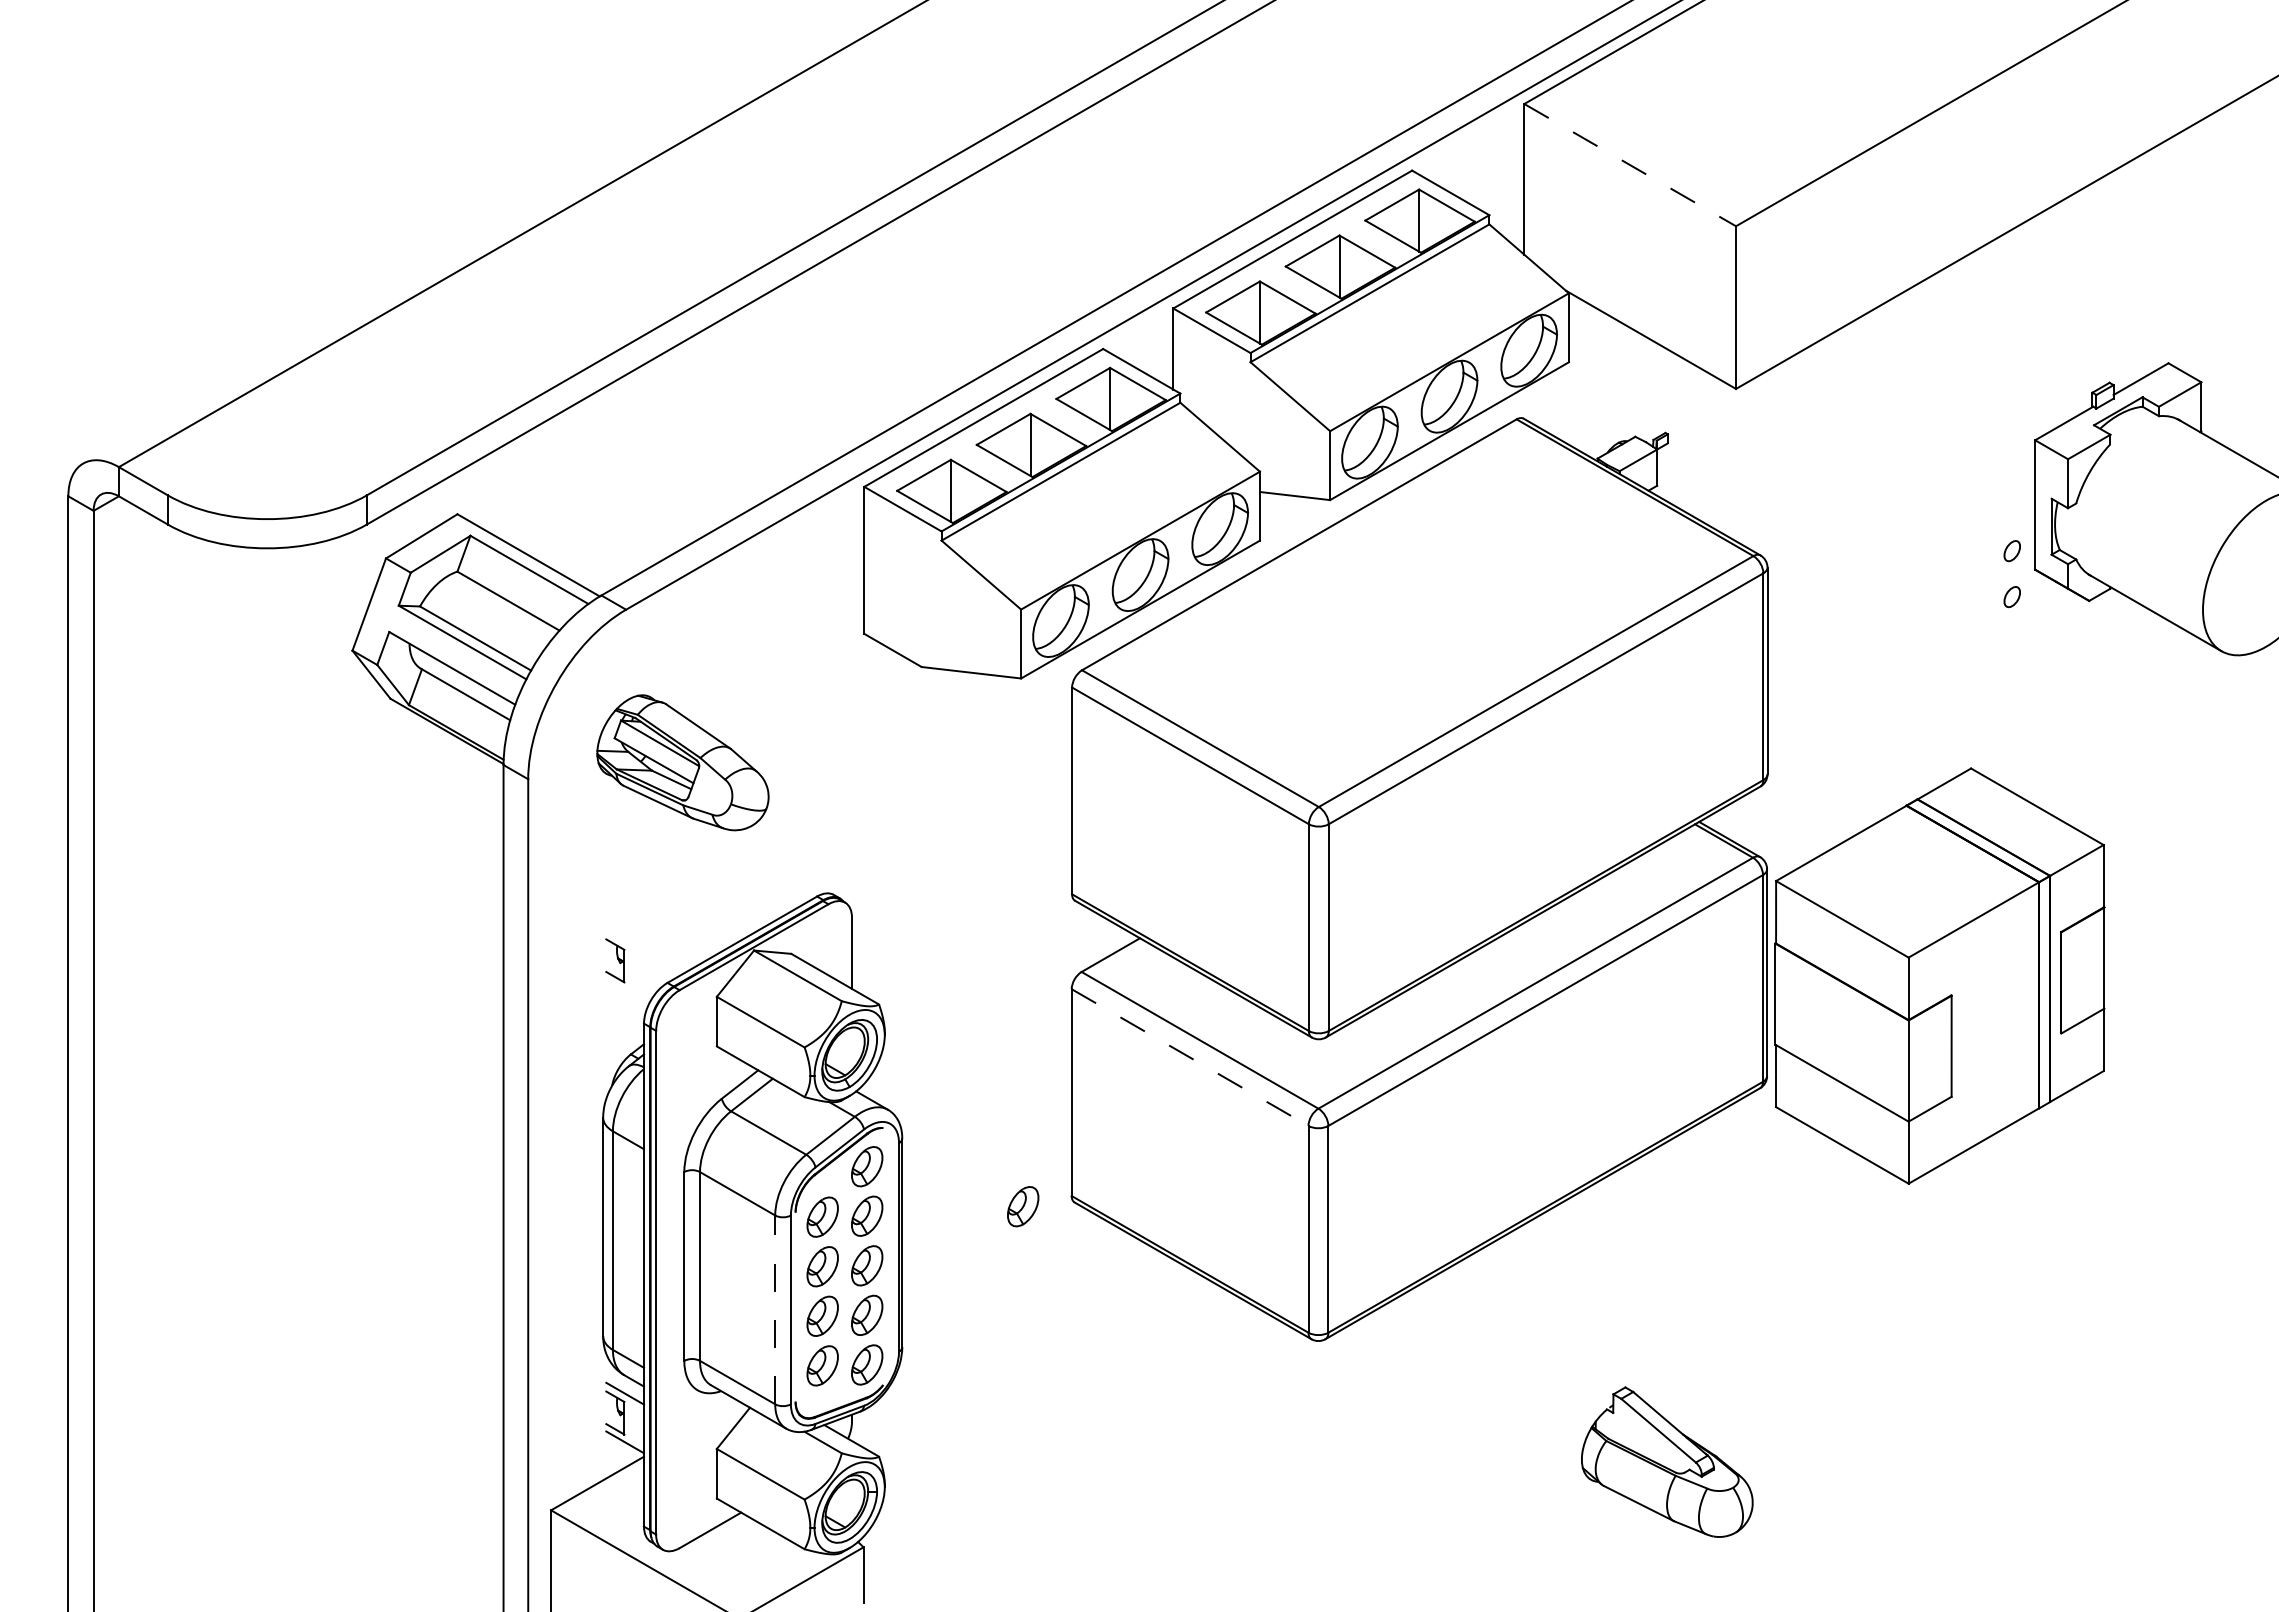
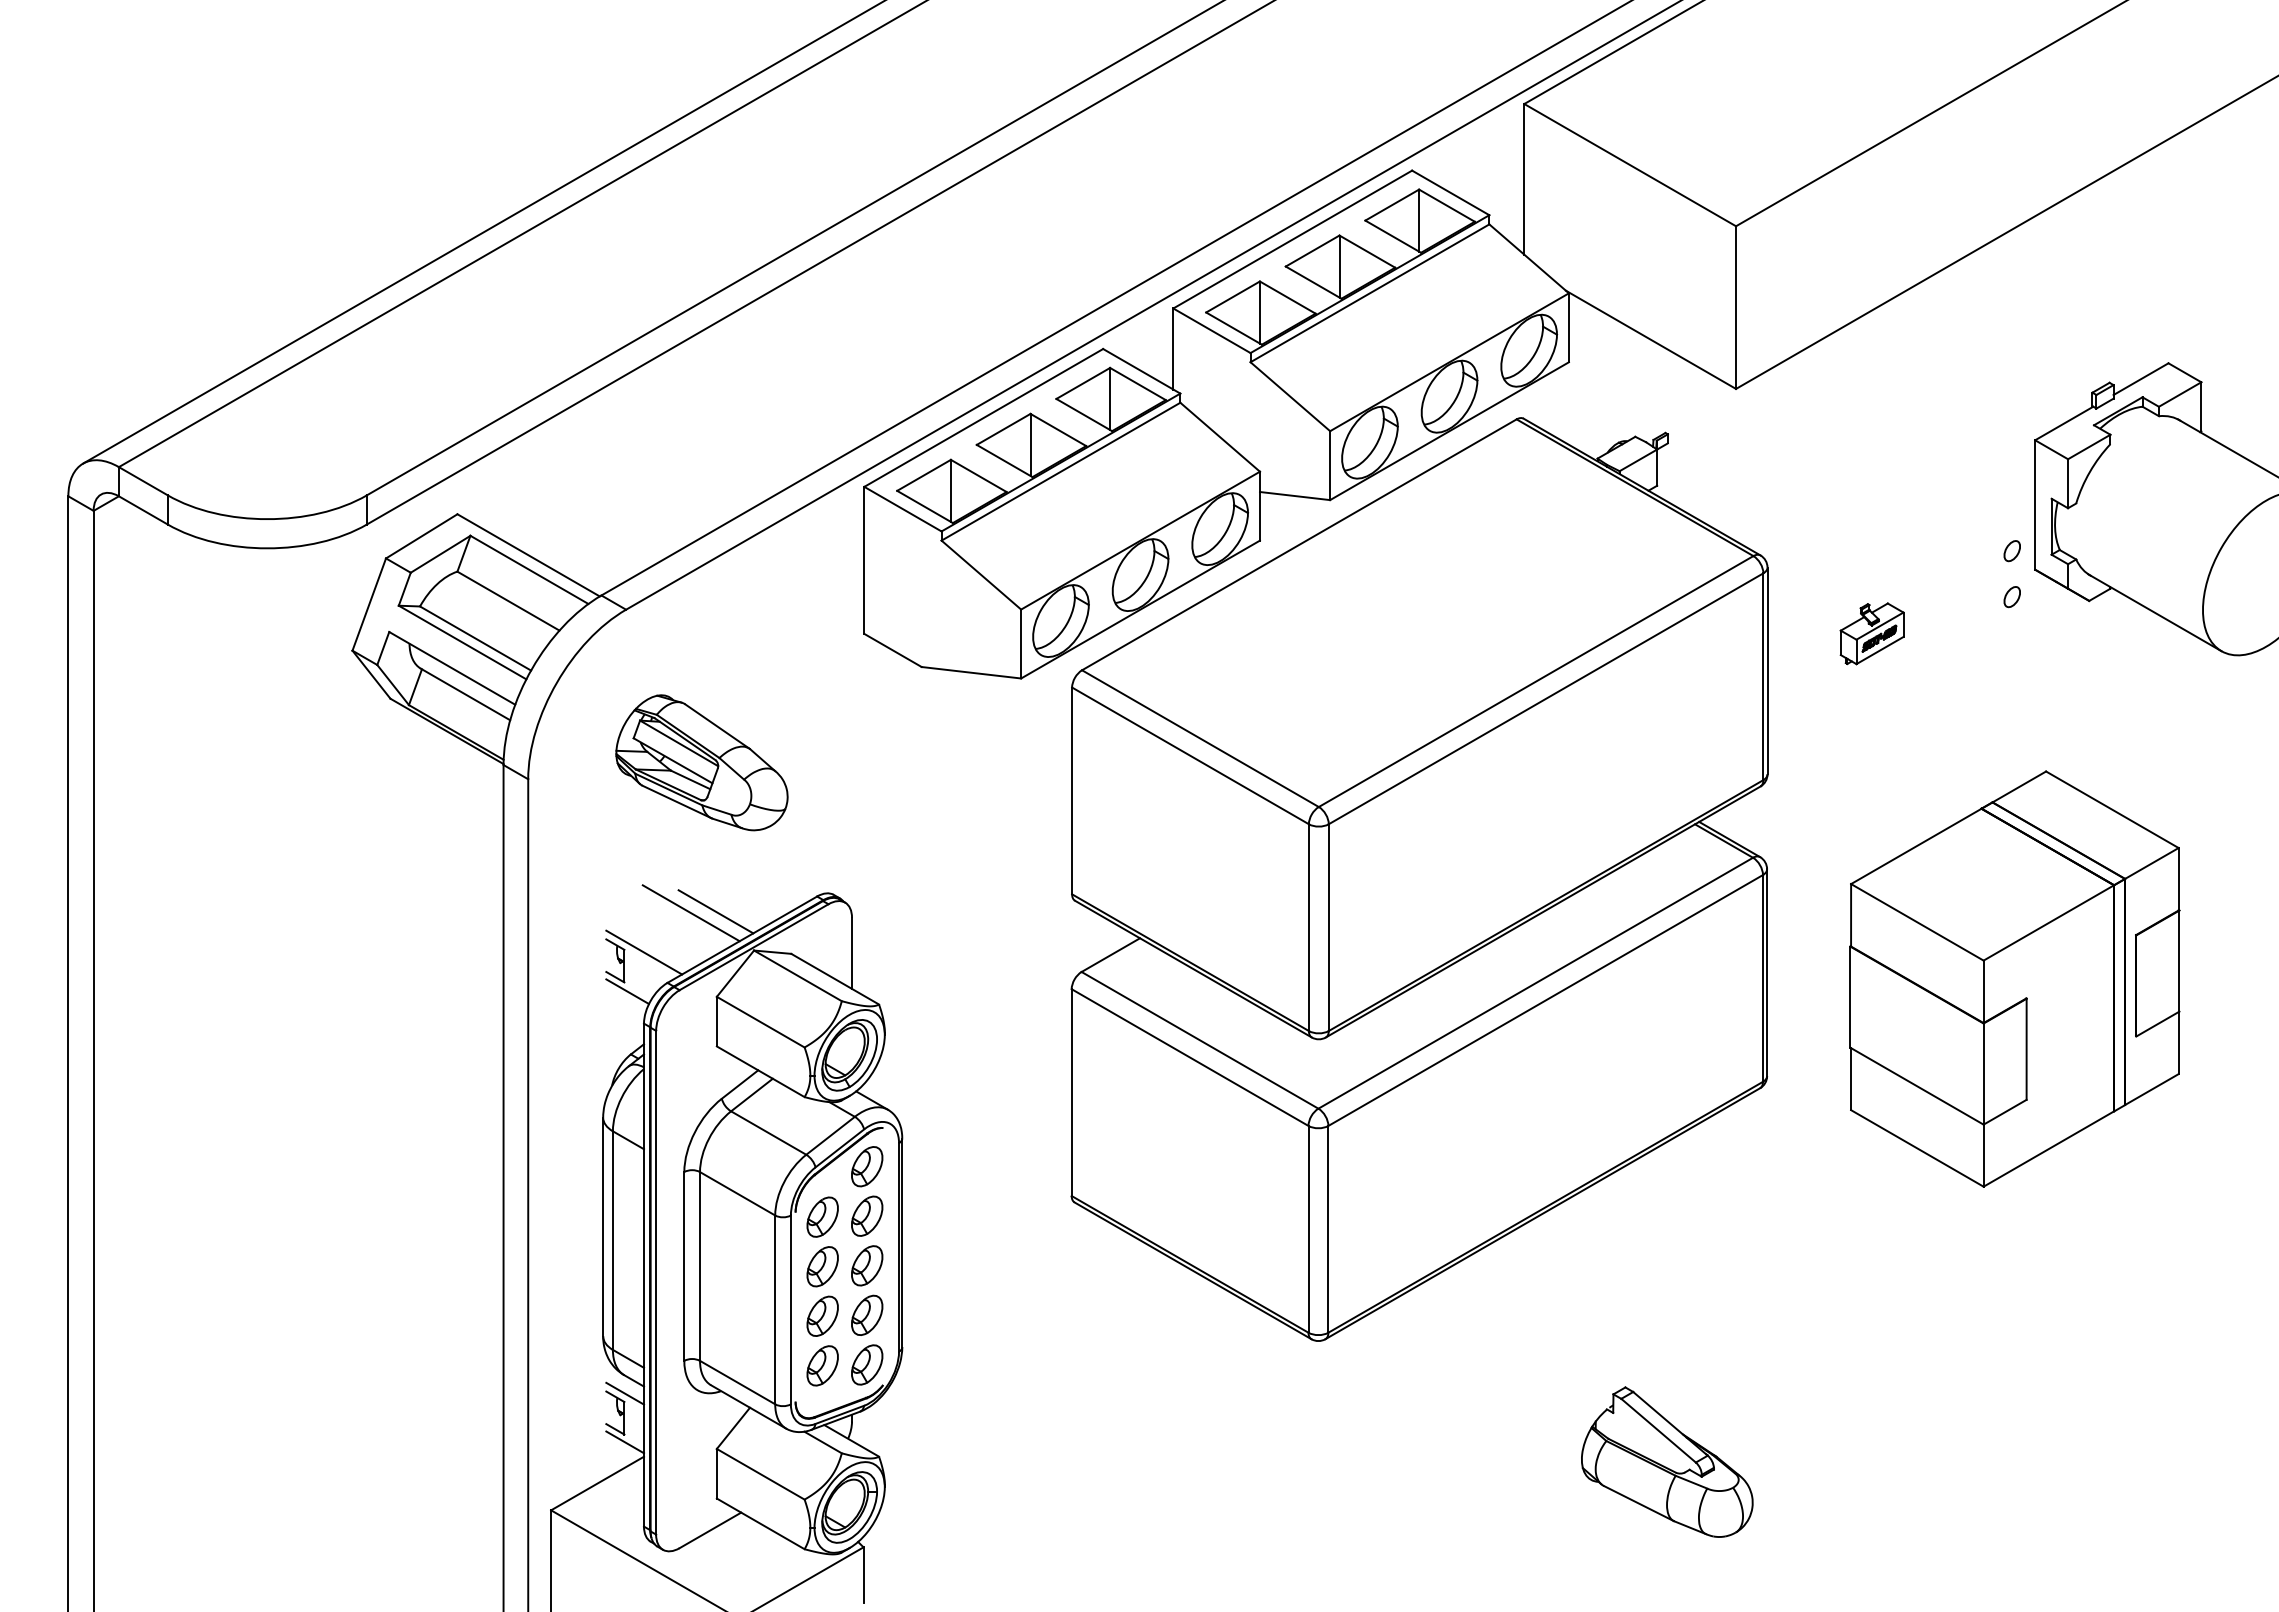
line at (1630, 165): dashed -> solid
line at (482, 232): none -> present
part at (1871, 633): none -> present
part at (682, 762) position: (682, 762) -> (701, 762)
line at (715, 911): none -> present
line at (690, 913): none -> present
line at (644, 952): none -> present
part at (1939, 975) position: (1939, 975) -> (2014, 978)
line at (627, 991): none -> present
line at (1190, 1057): dashed -> solid
part at (1023, 1206): present -> none
line at (775, 1309): dashed -> solid
